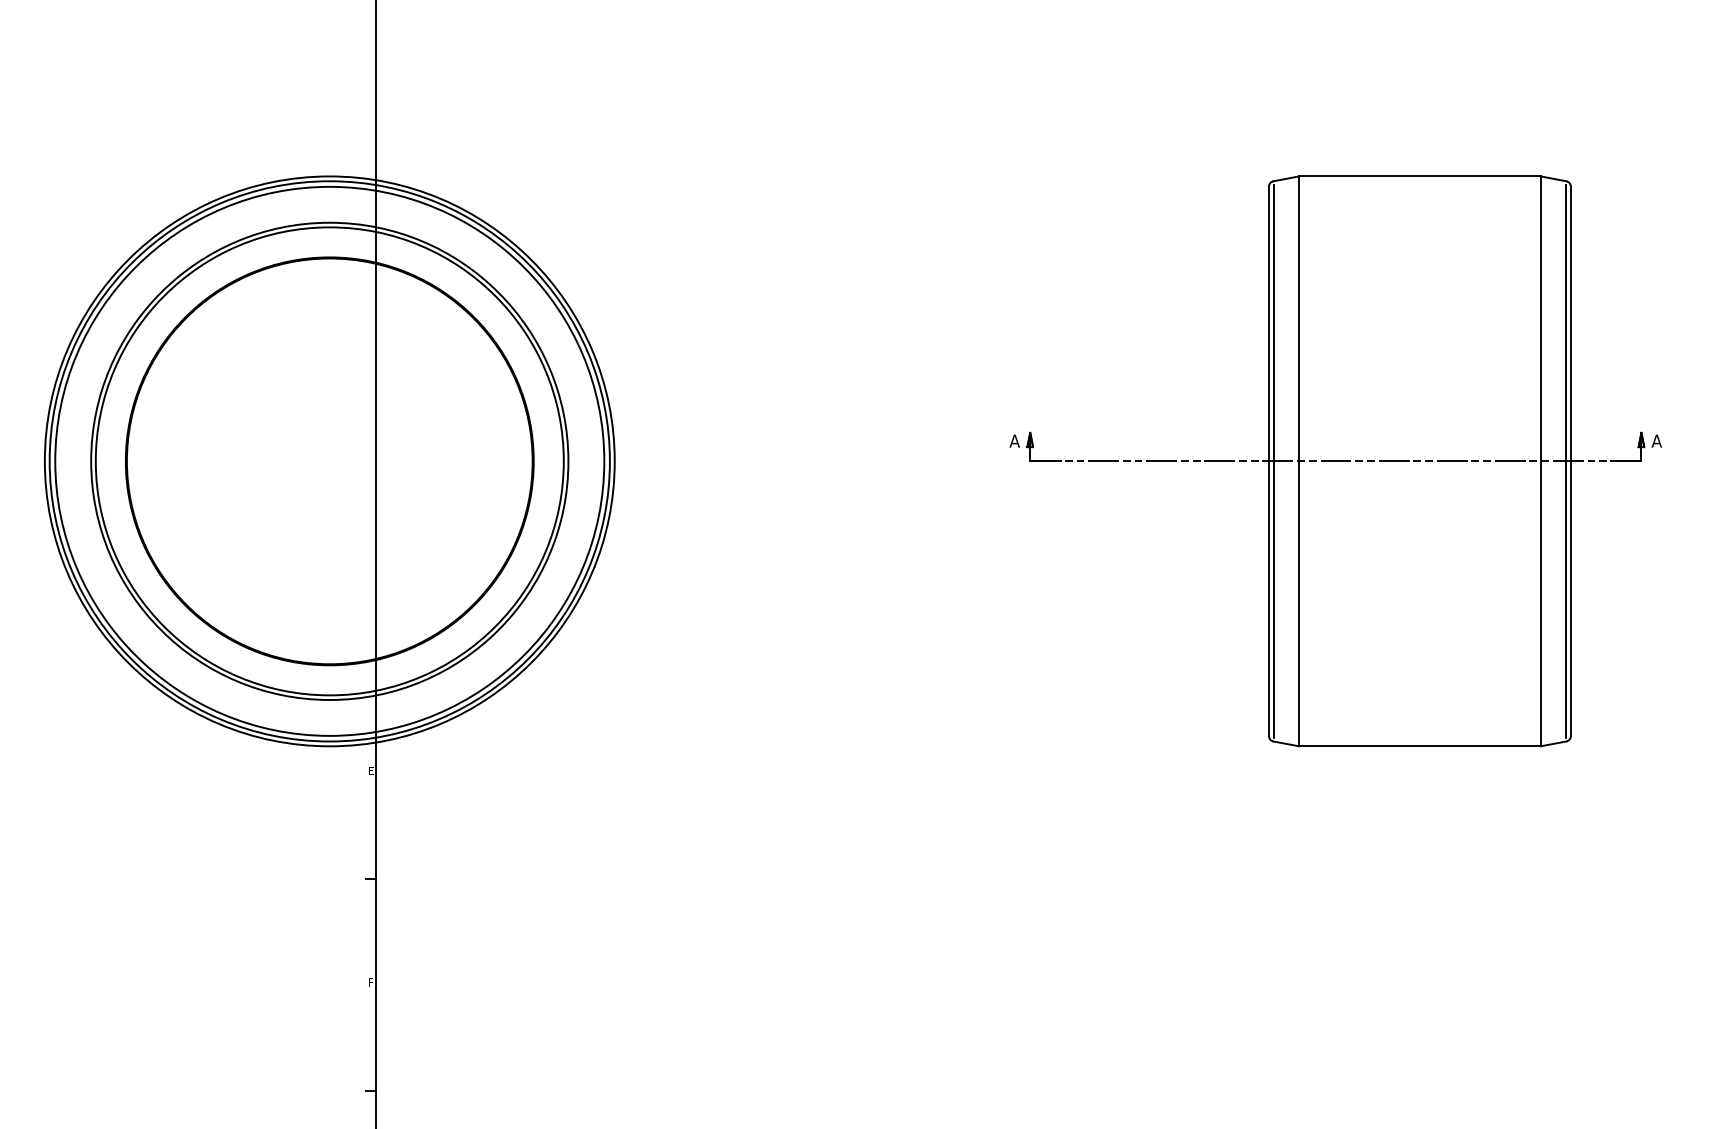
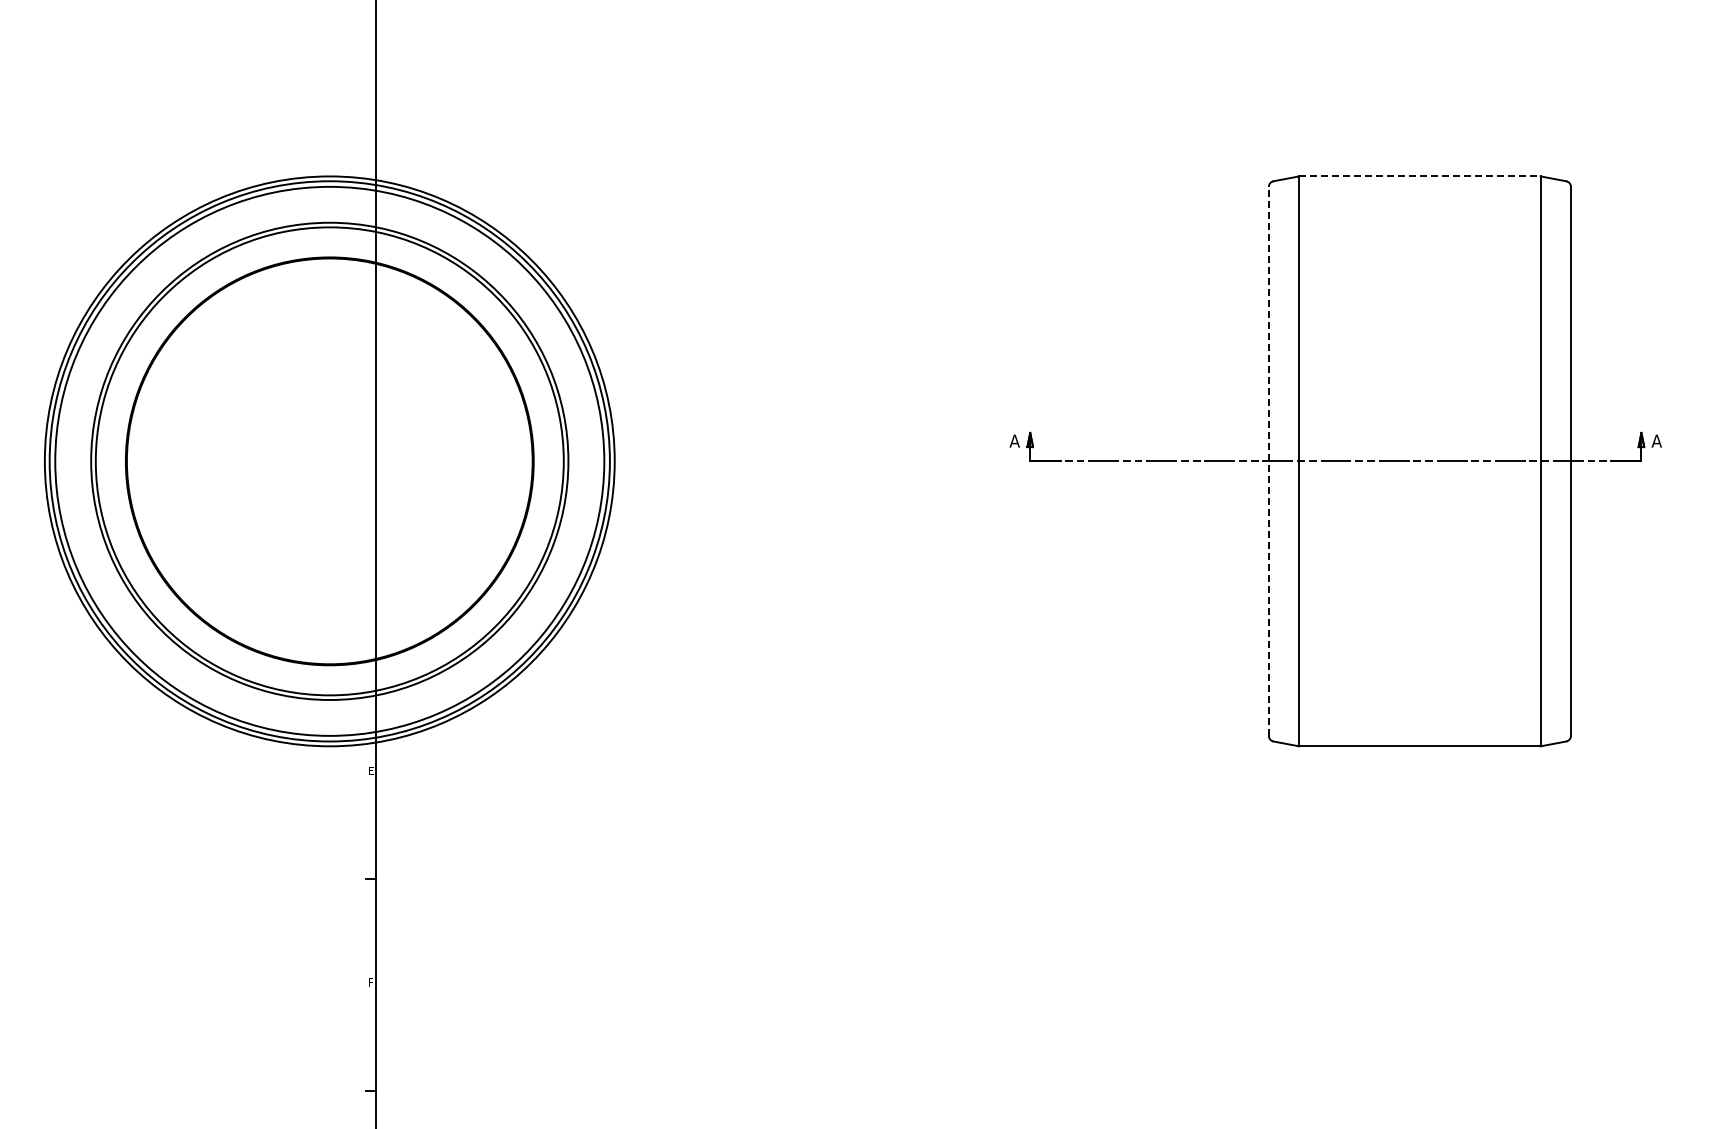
line at (1419, 176): solid -> dashed
line at (1268, 461): solid -> dashed
line at (1273, 461): present -> none
line at (1566, 461): present -> none
